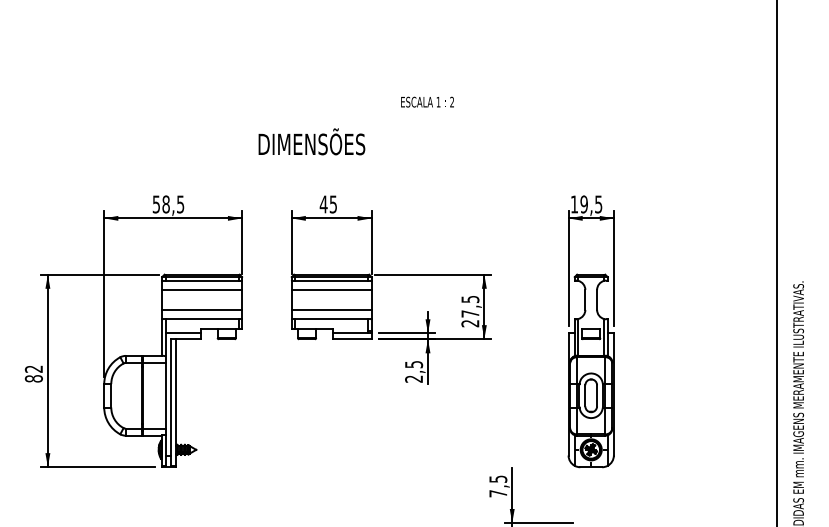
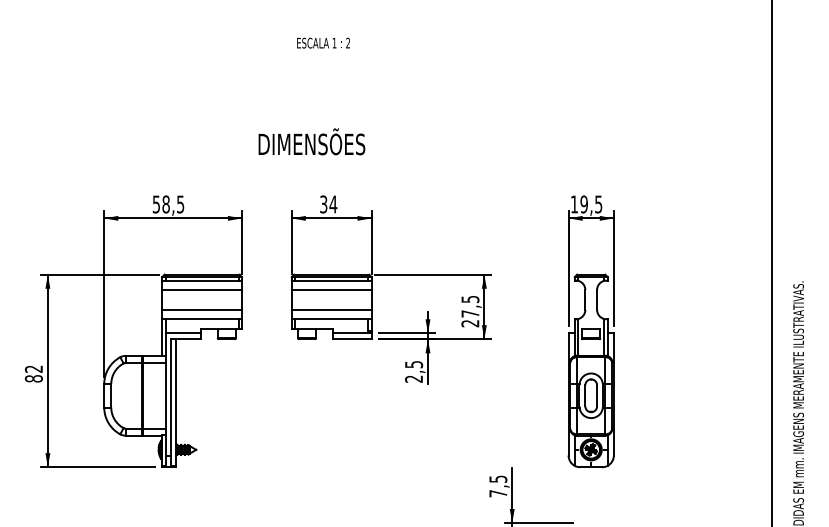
text at (427, 101) position: (427, 101) -> (323, 42)
text at (328, 204): 45 -> 34
line at (776, 262) position: (776, 262) -> (771, 262)
